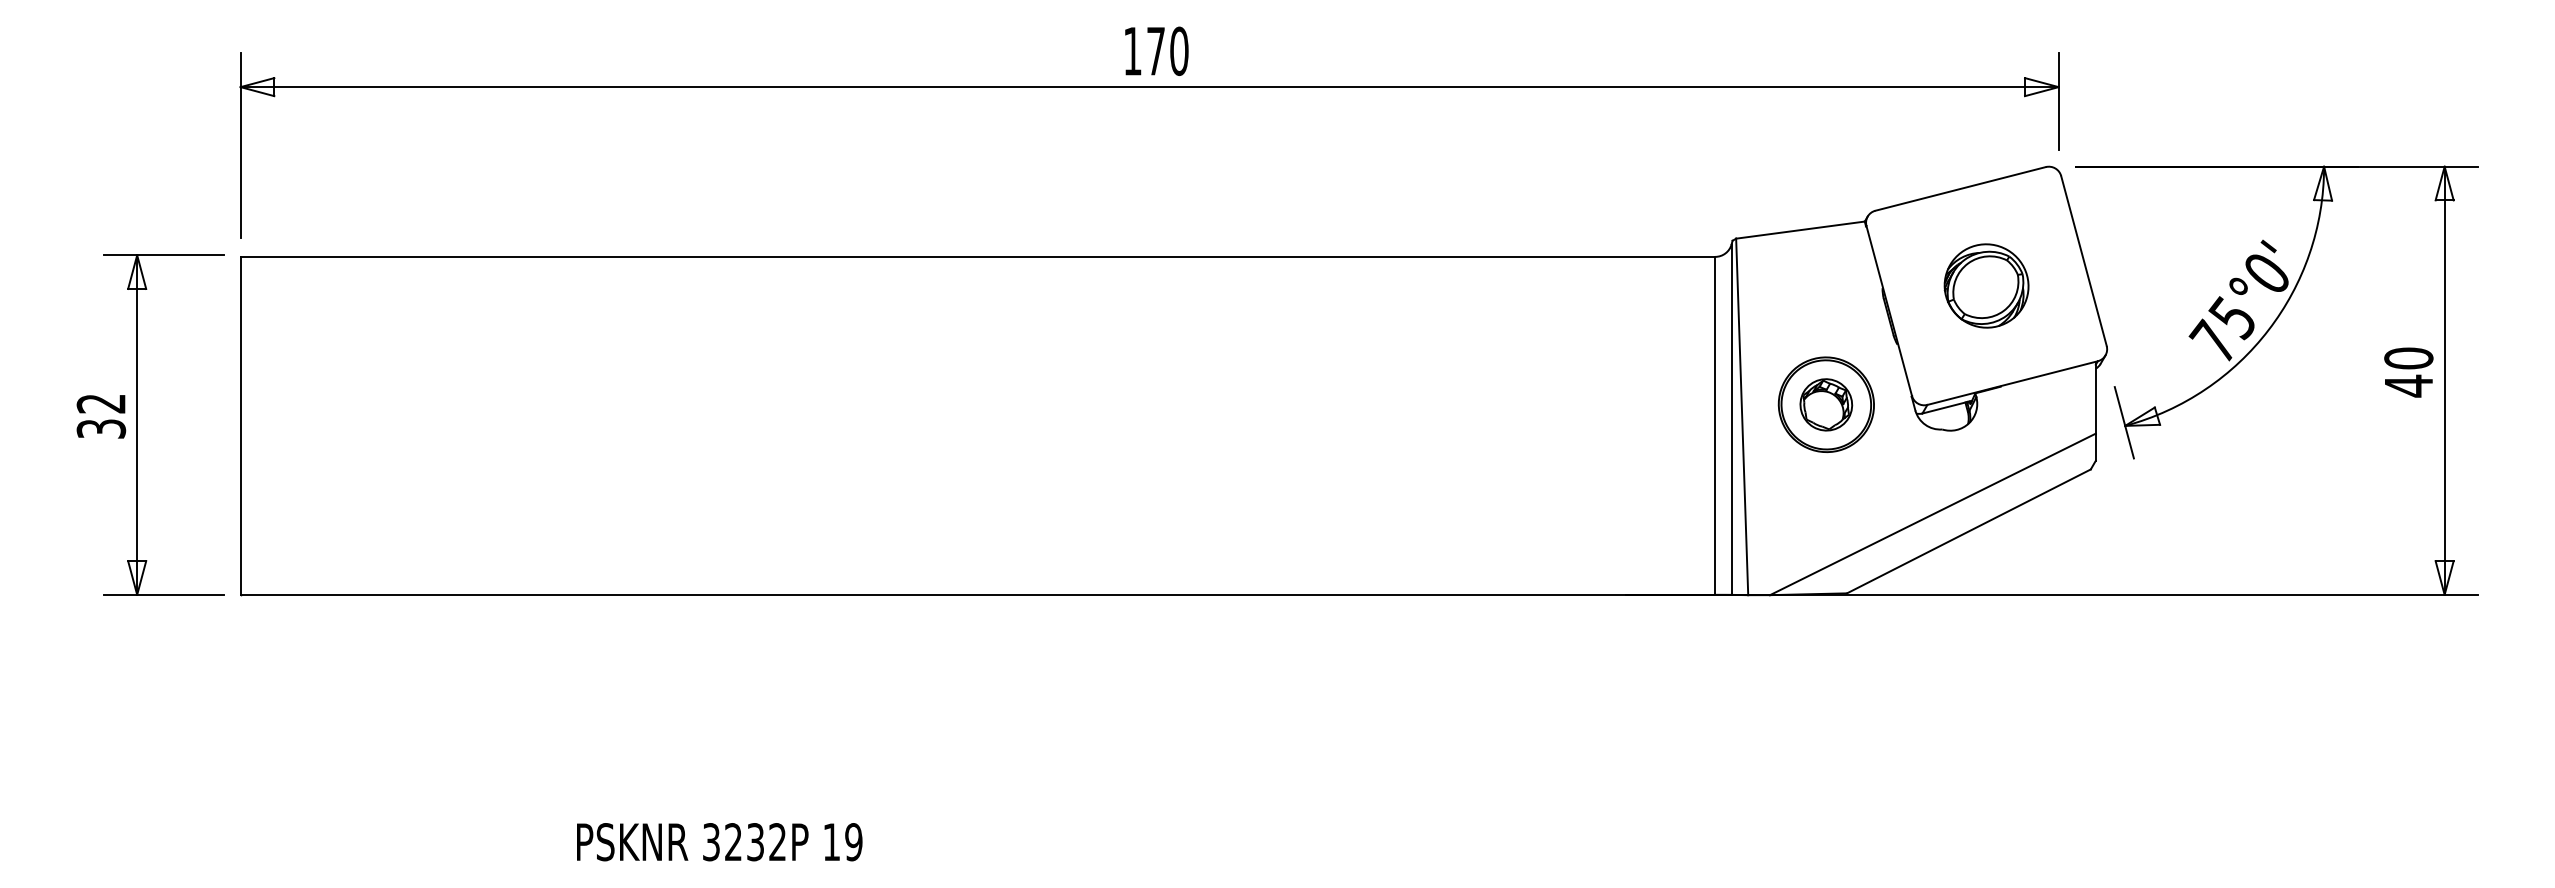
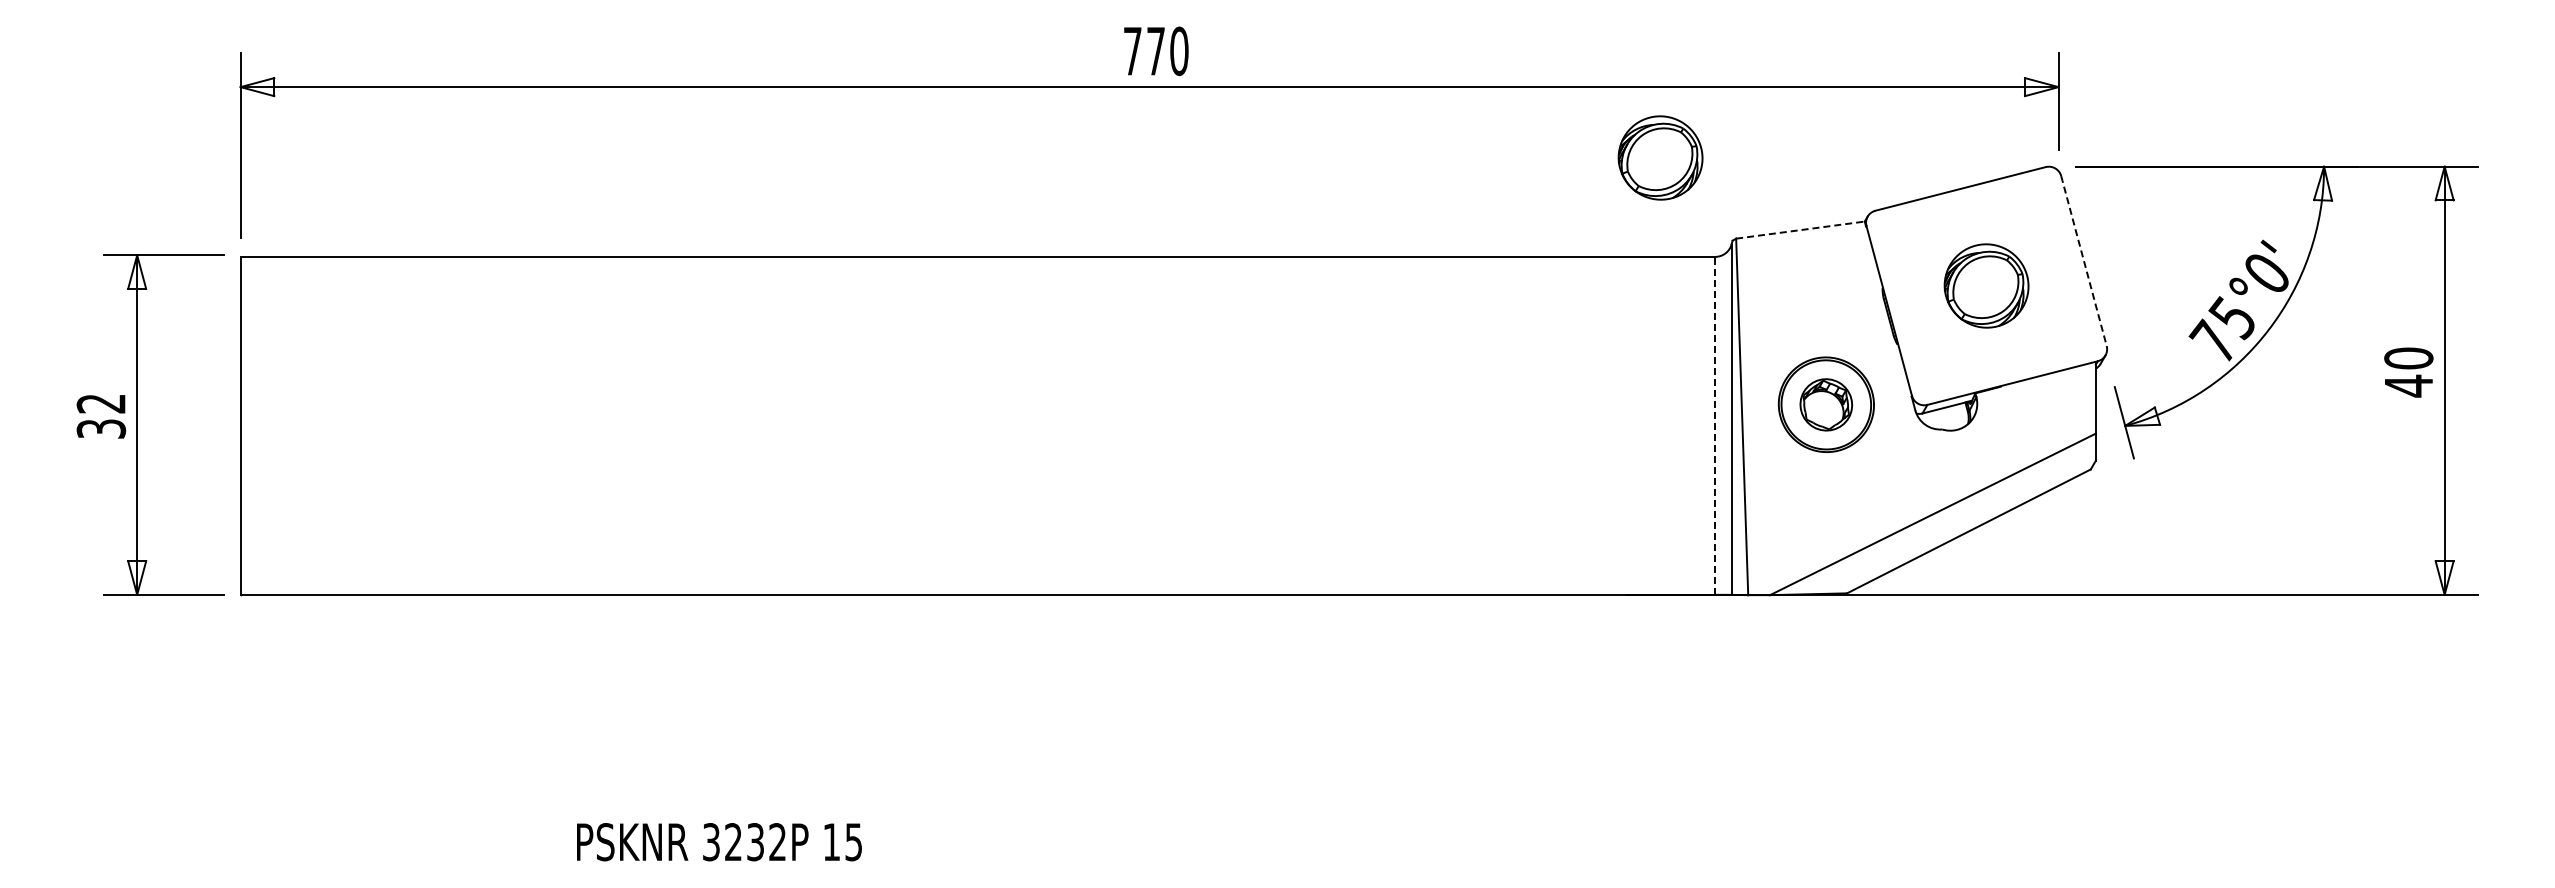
text at (1132, 51): 170 -> 770
part at (1660, 157): none -> present
line at (1800, 230): solid -> dashed
line at (2083, 261): solid -> dashed
line at (1715, 425): solid -> dashed
text at (853, 842): 19 -> 15
